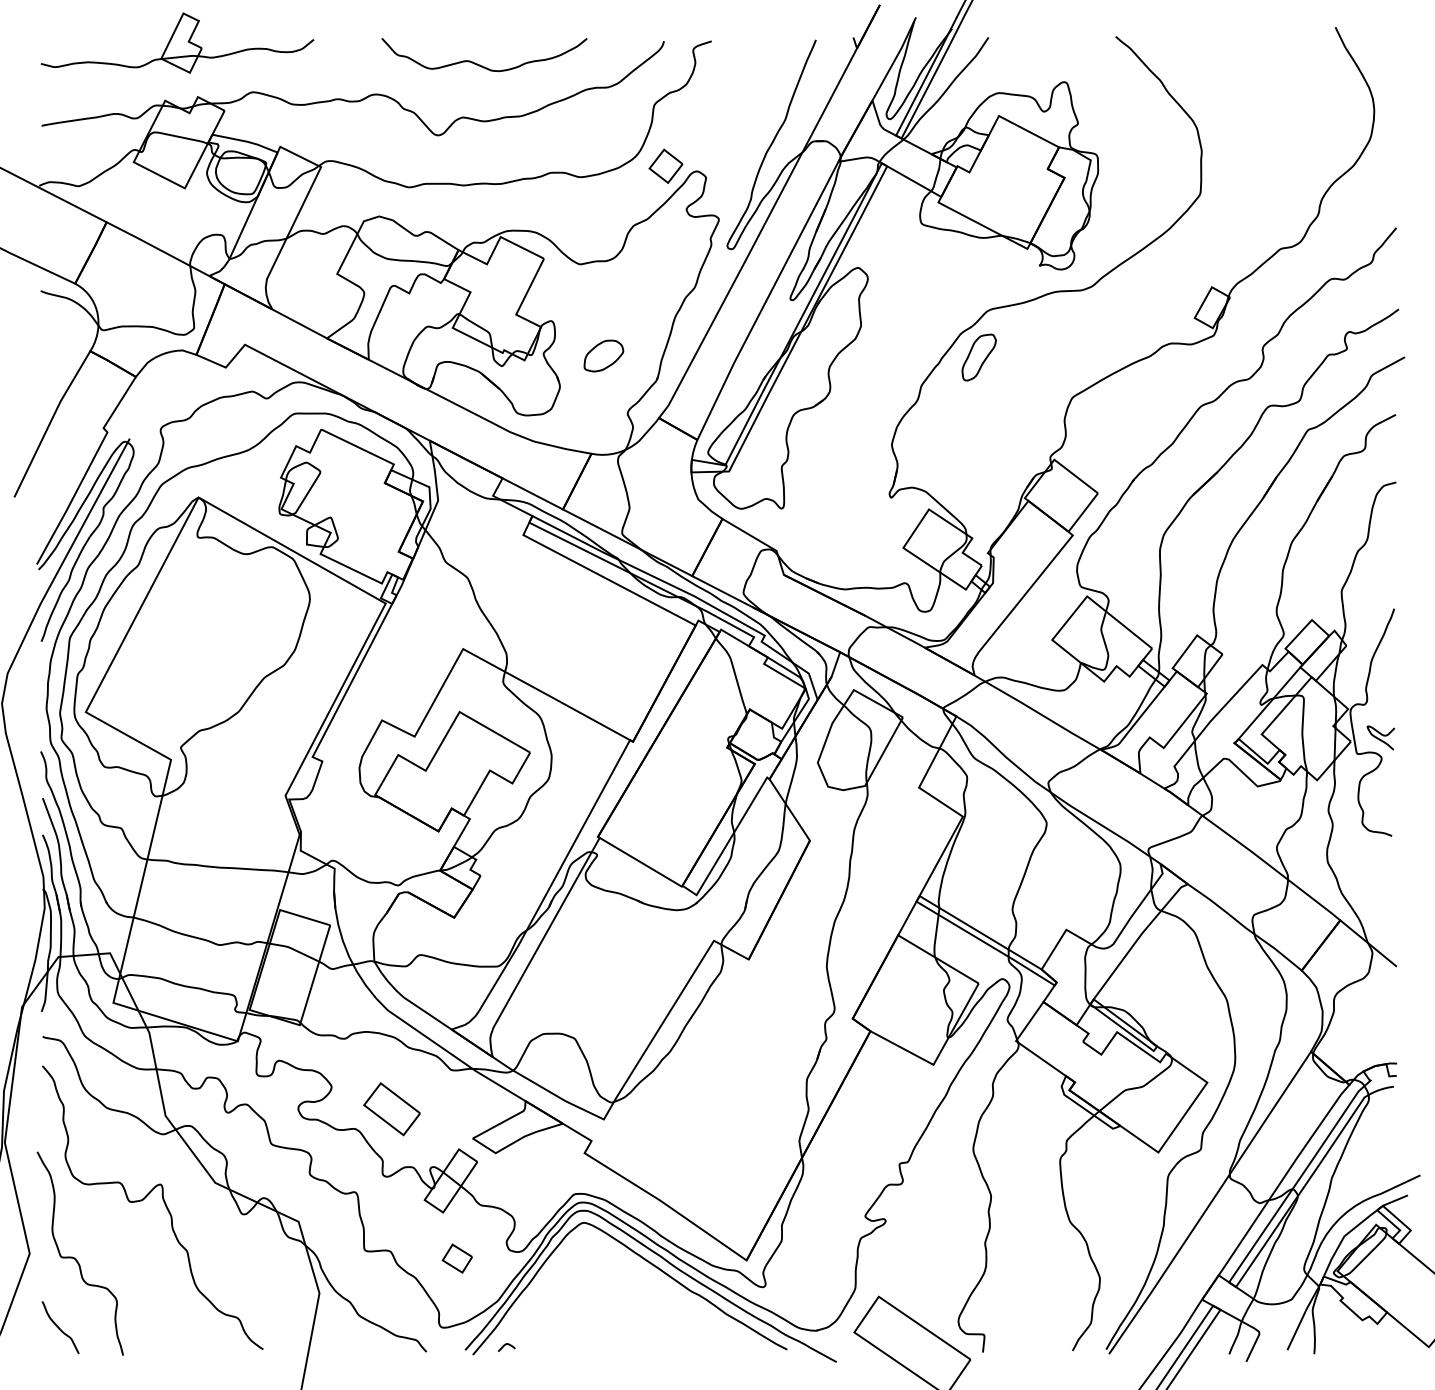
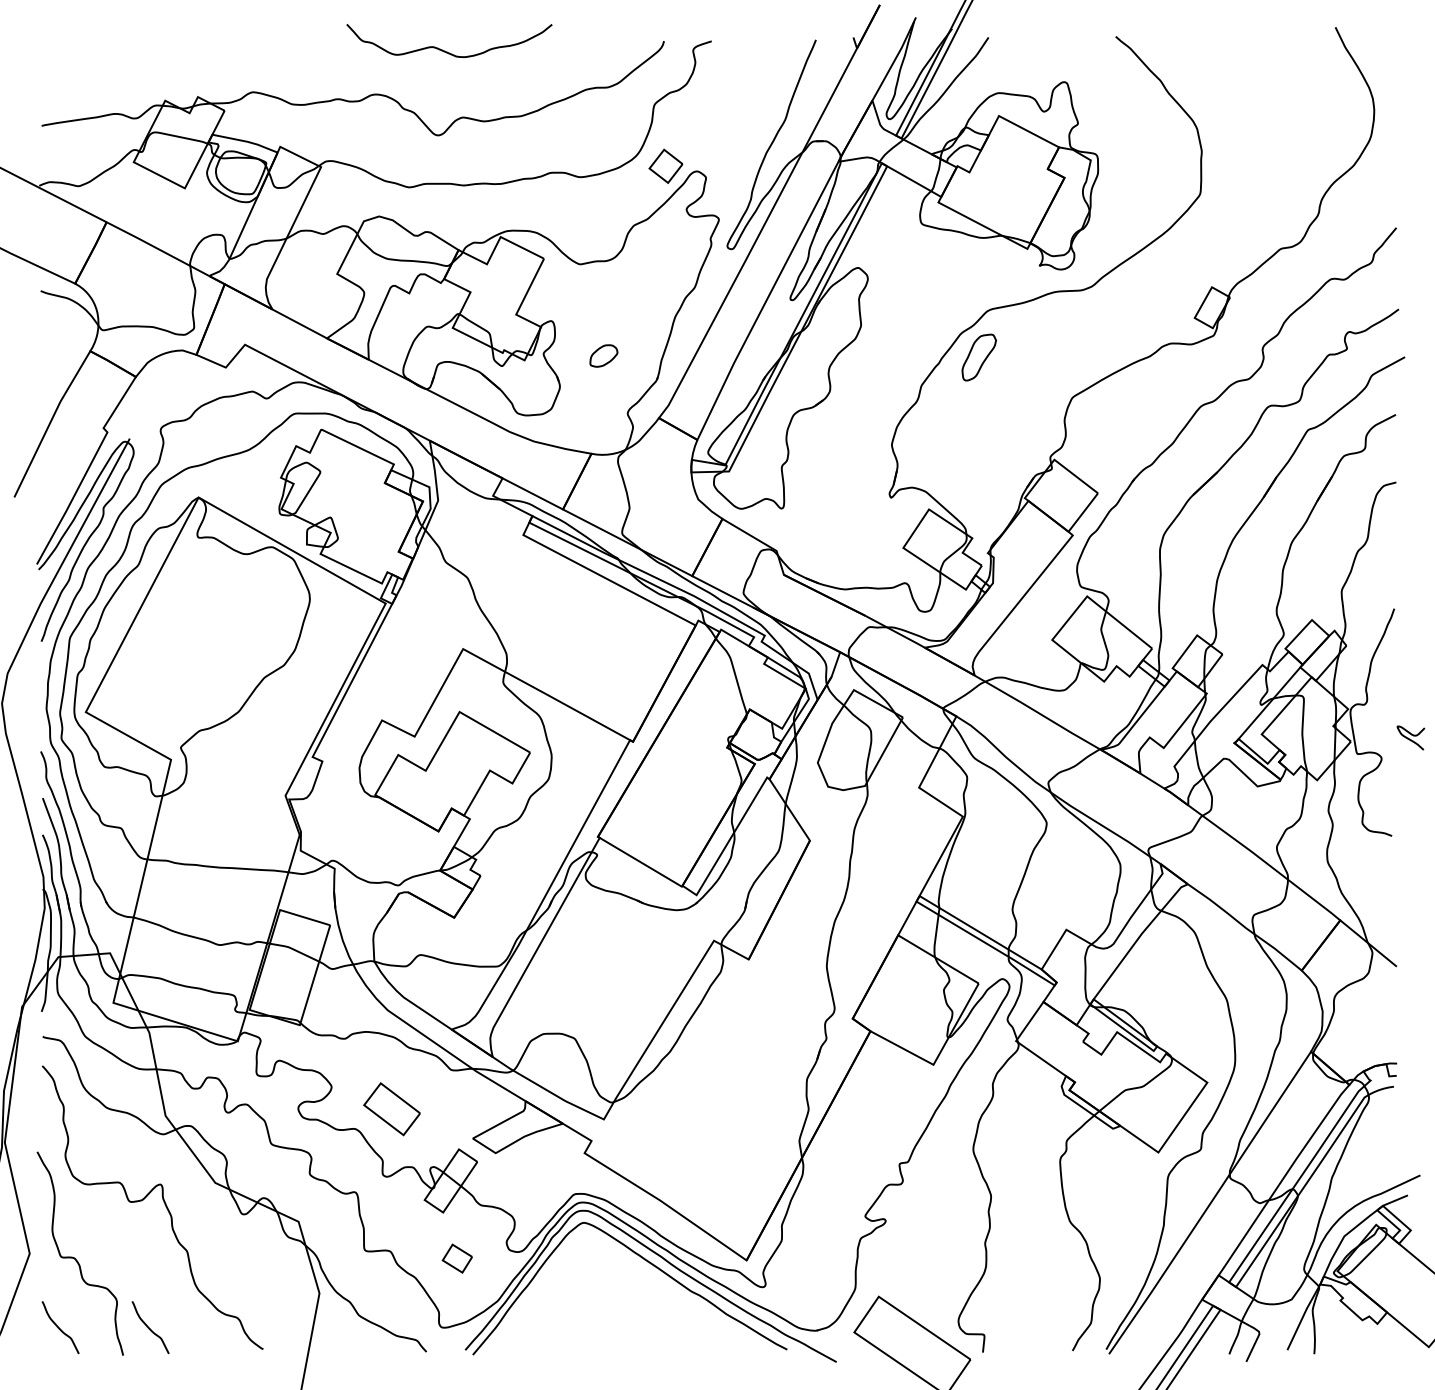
part at (177, 42): present -> none
curve at (480, 64) position: (480, 64) -> (445, 50)
part at (603, 355) size: 42x34 px -> 30x24 px
curve at (1379, 738) position: (1379, 738) -> (1409, 738)
curve at (149, 1327): none -> present
curve at (506, 1345): present -> none
